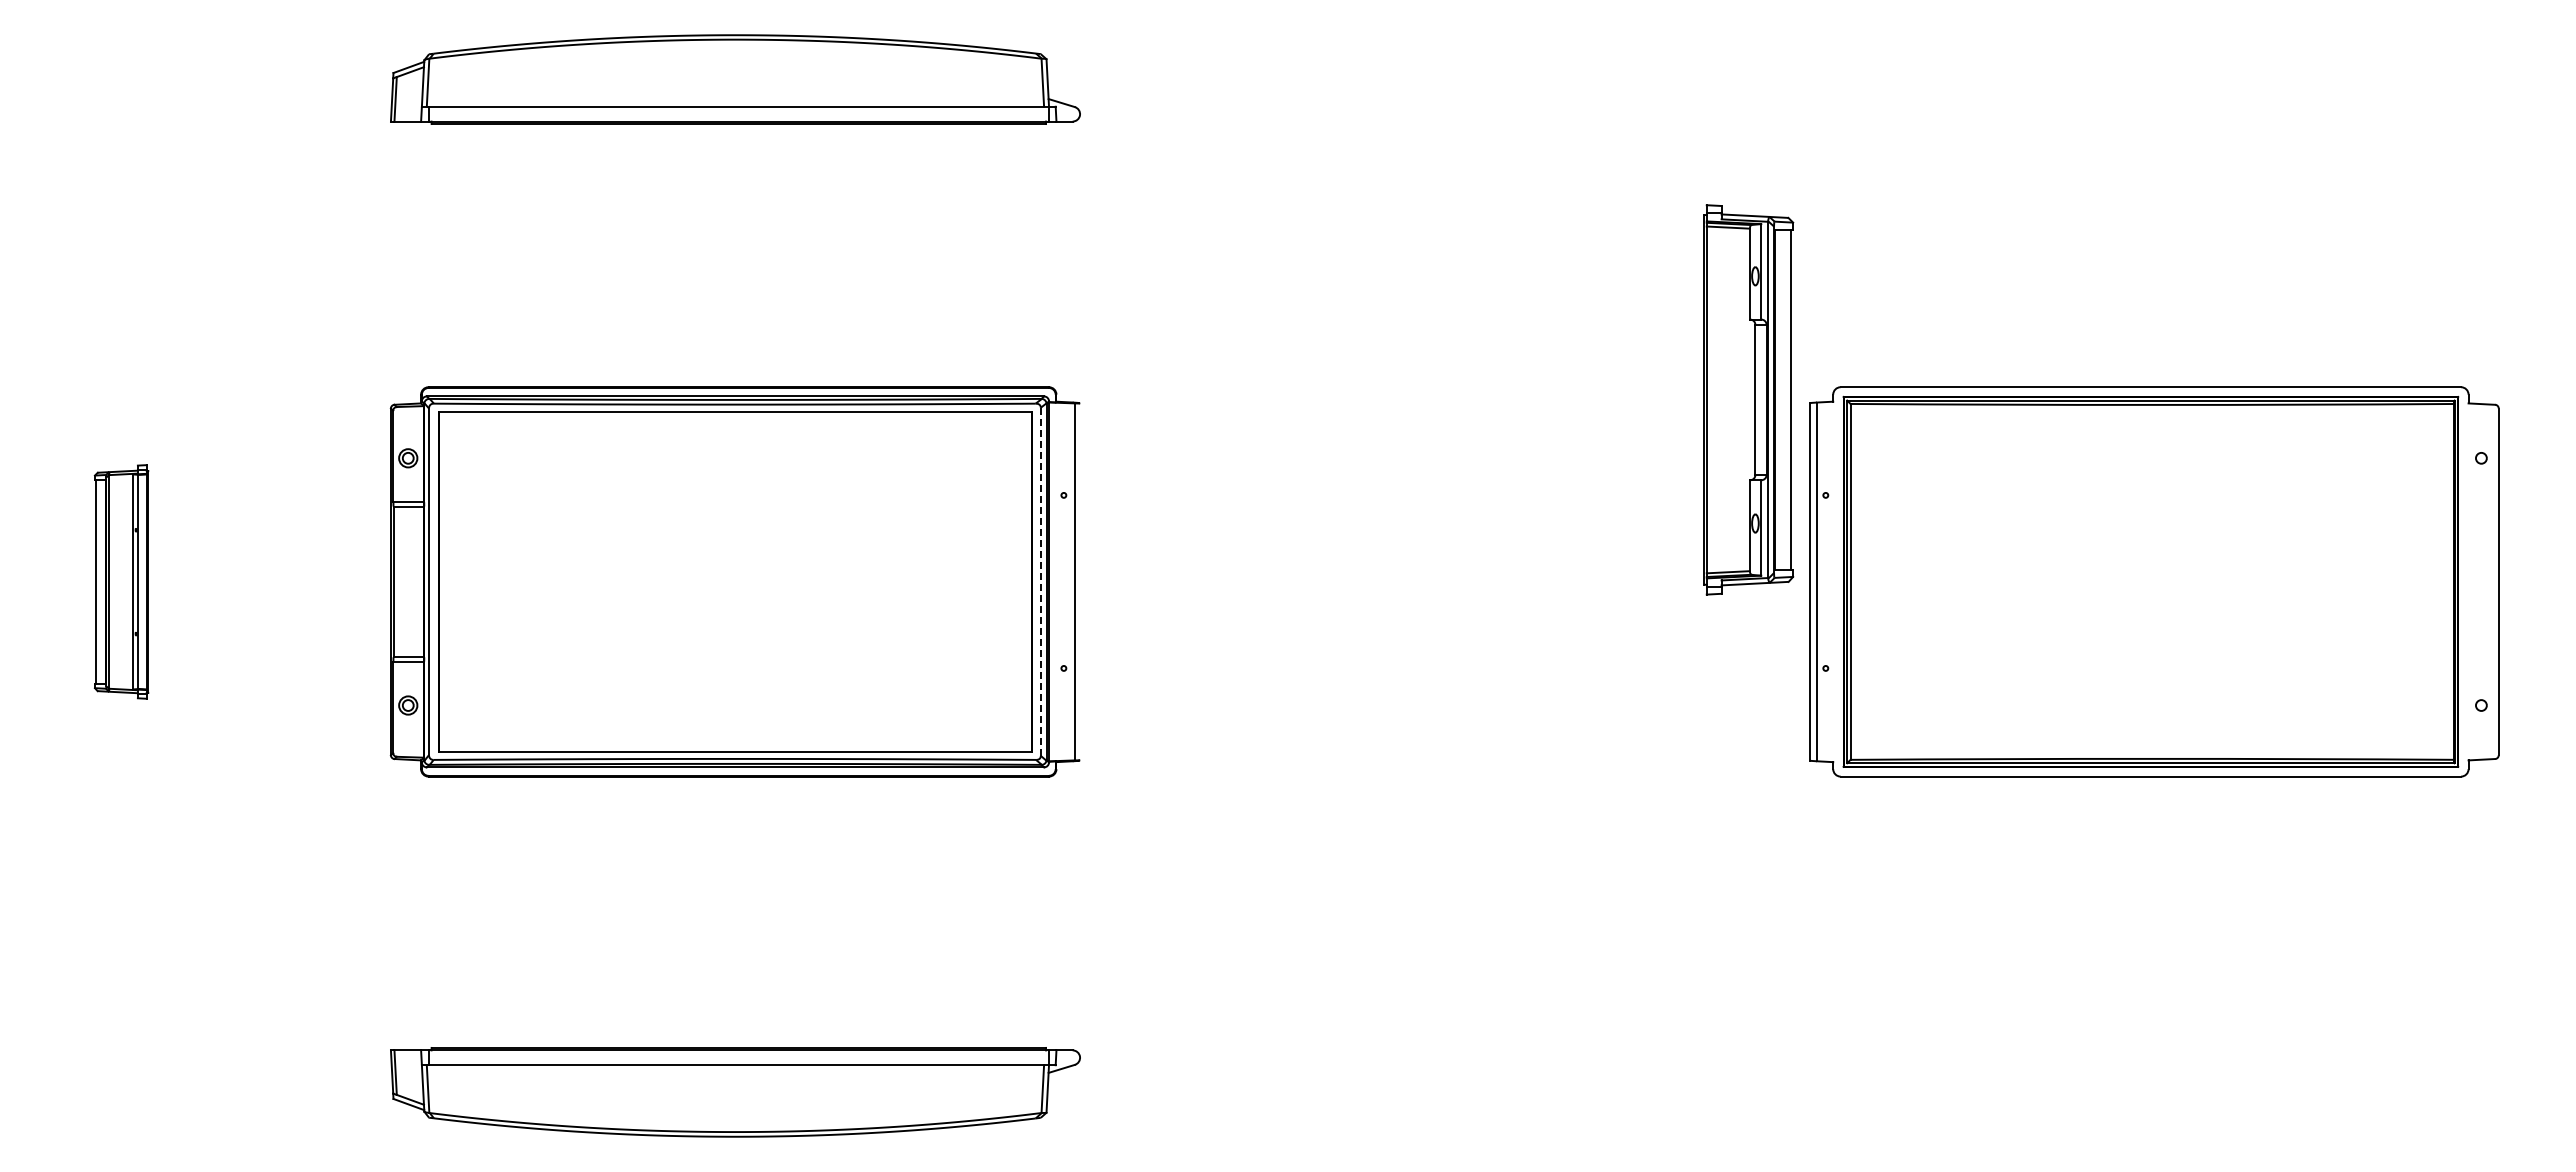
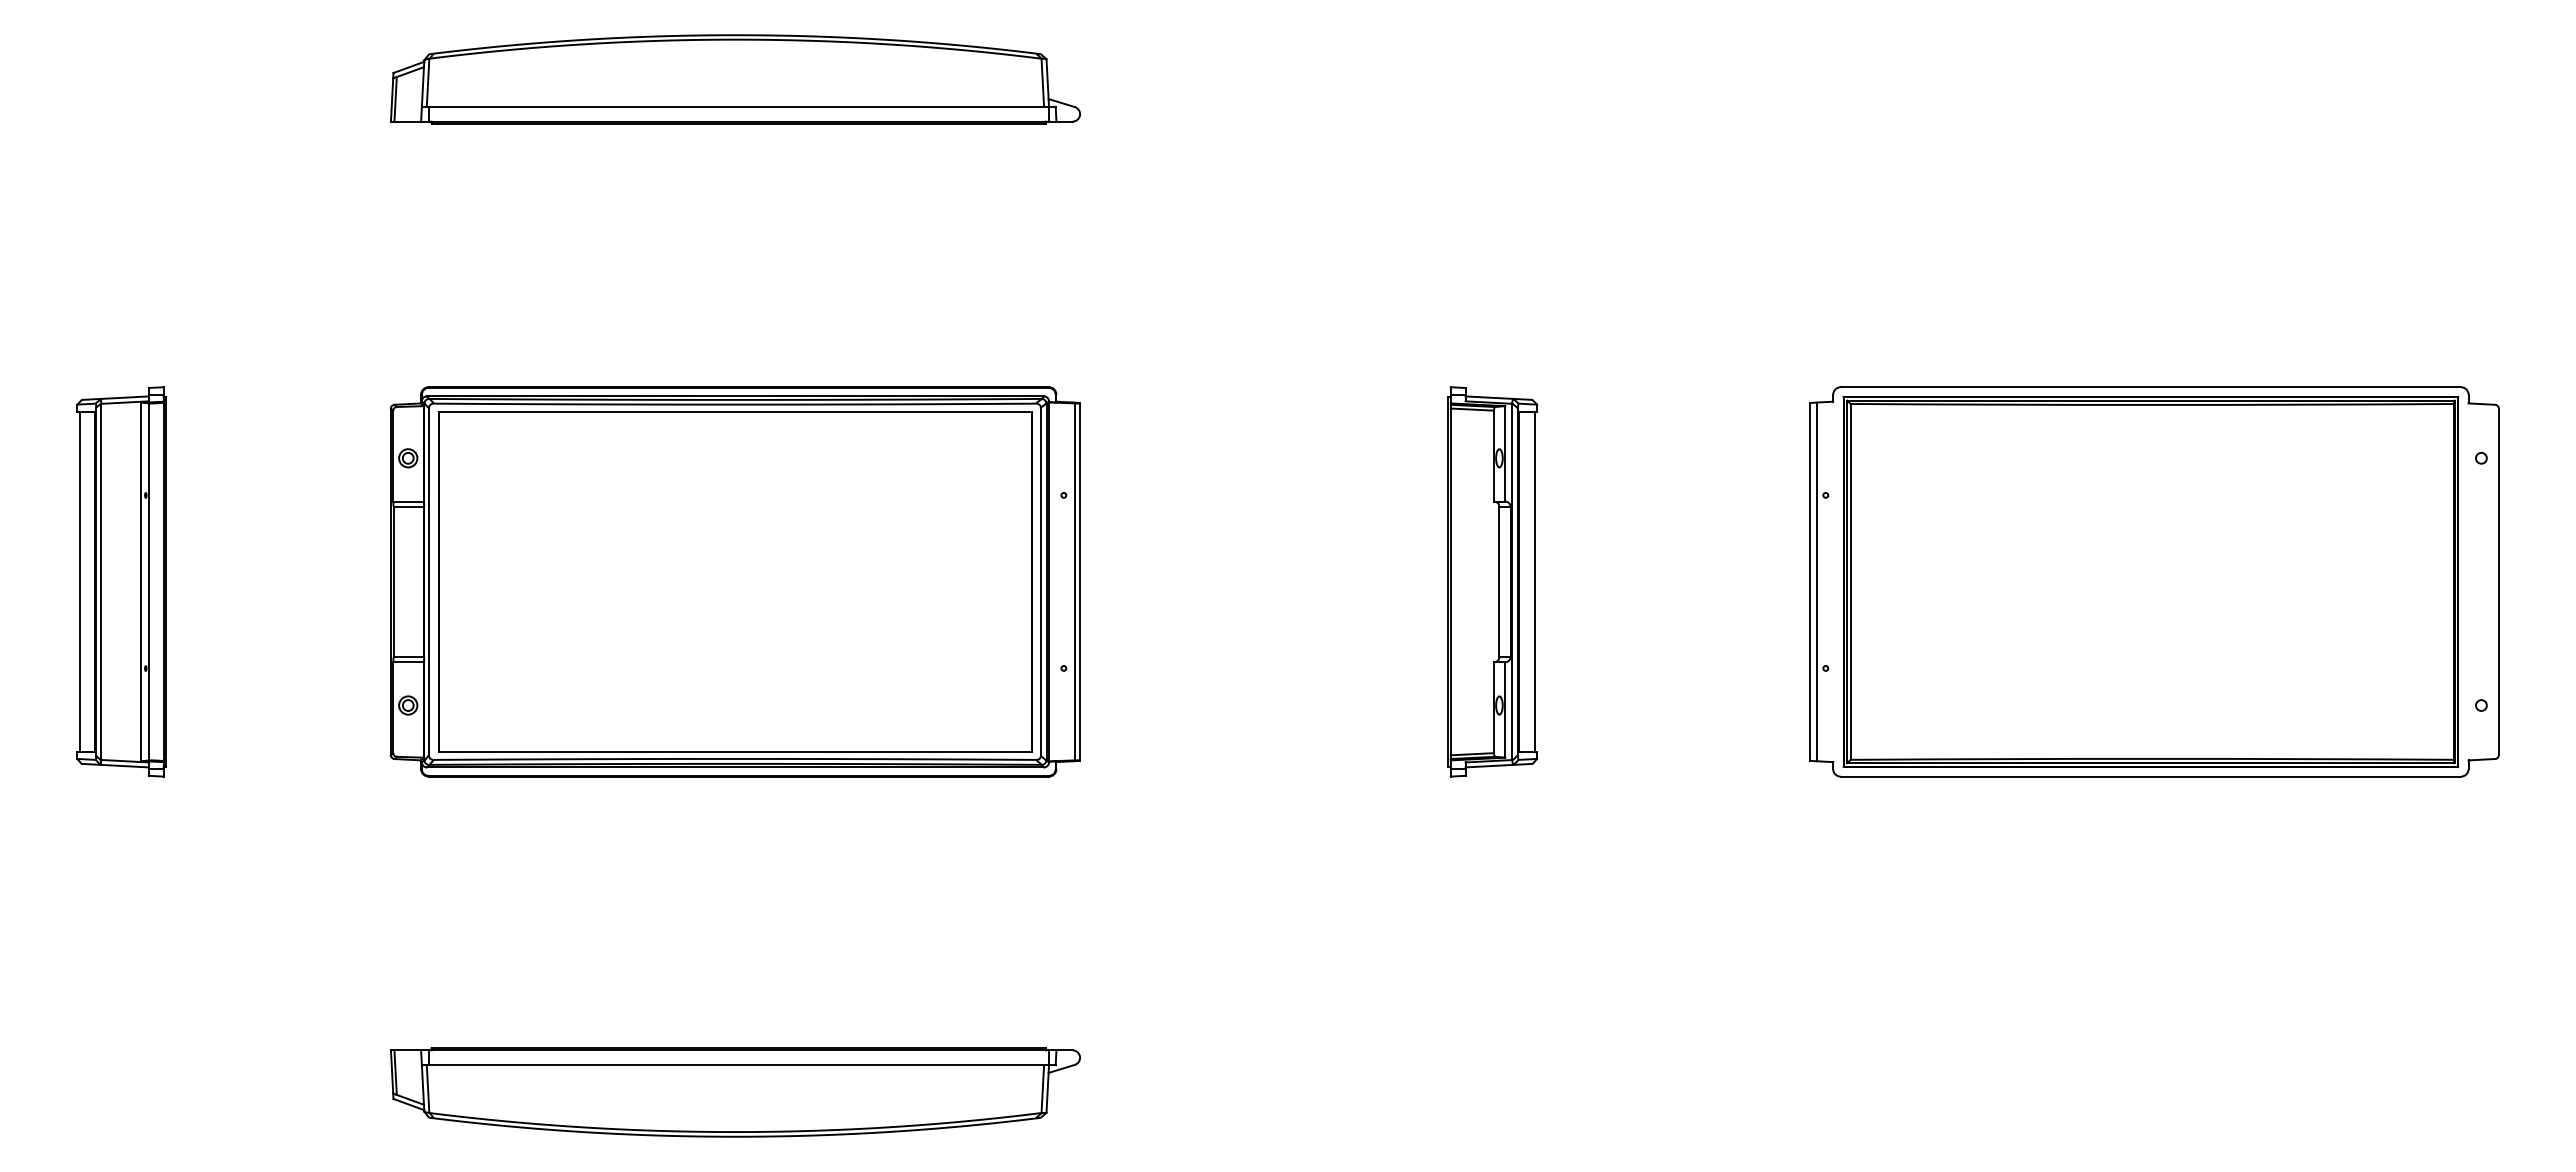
part at (1748, 399) position: (1748, 399) -> (1492, 581)
part at (121, 581) size: 57x236 px -> 91x392 px
line at (1040, 581): dashed -> solid
line at (1080, 581): none -> present
